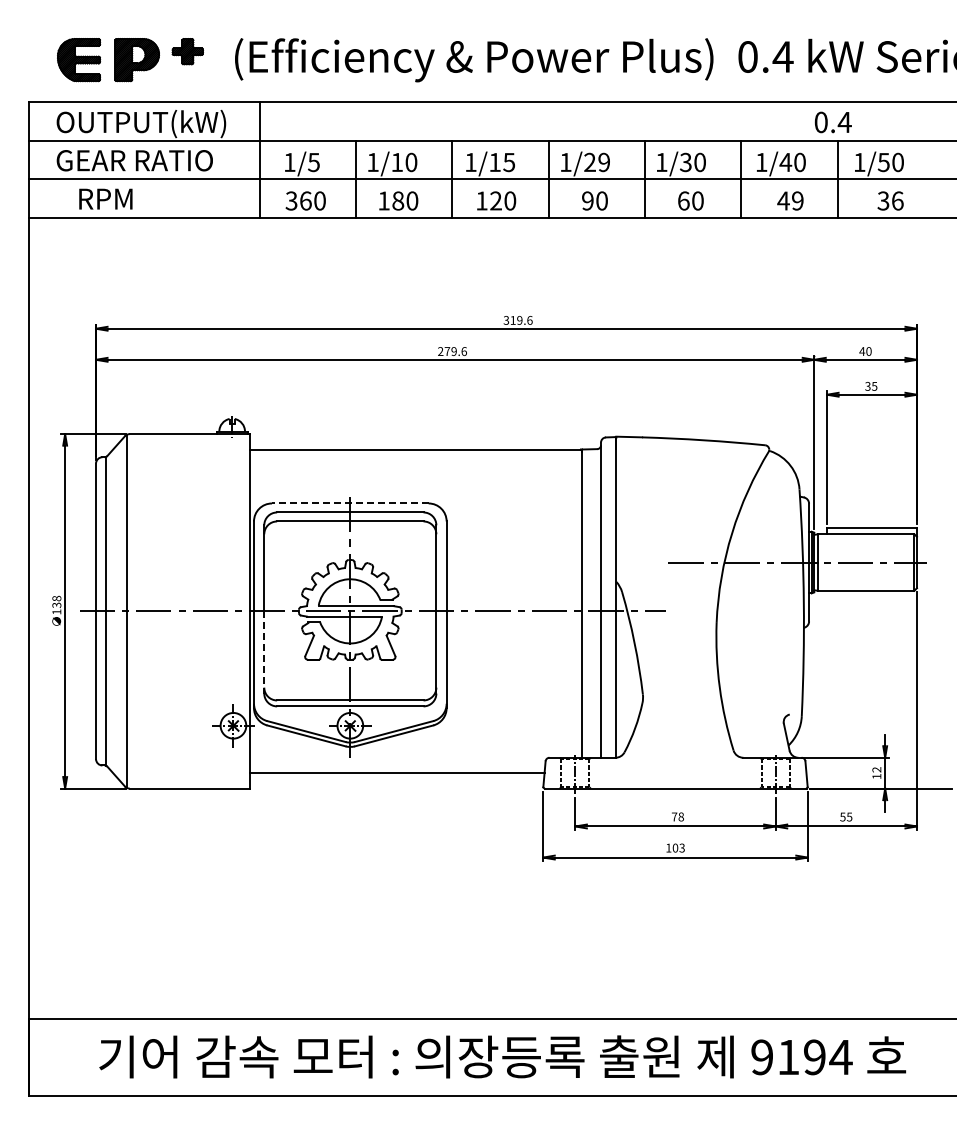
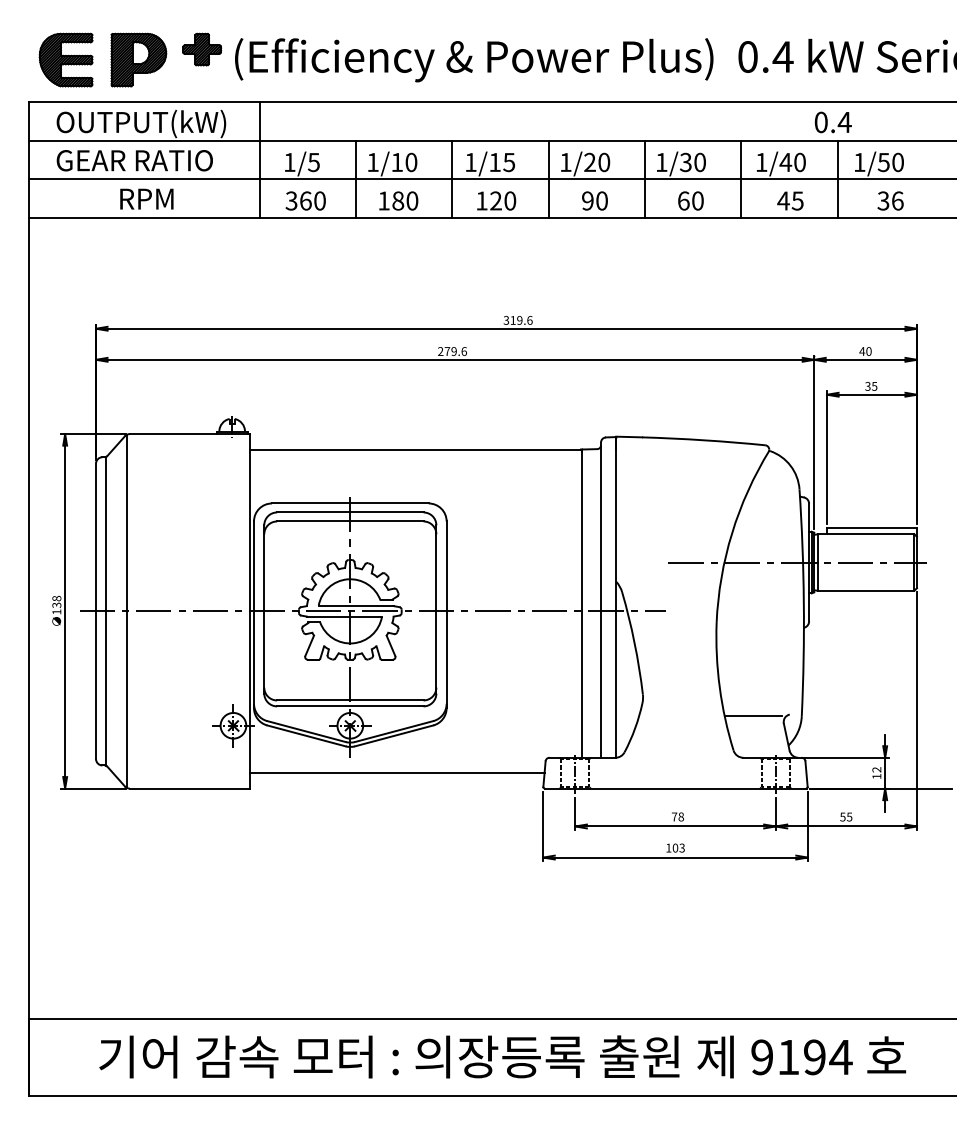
part at (130, 60) size: 147x45 px -> 185x56 px
text at (604, 162): 1/29 -> 1/20
text at (105, 198) position: (105, 198) -> (146, 198)
text at (797, 200): 49 -> 45
line at (349, 503): dashed -> solid
line at (264, 652): dashed -> solid
line at (753, 716): none -> present
